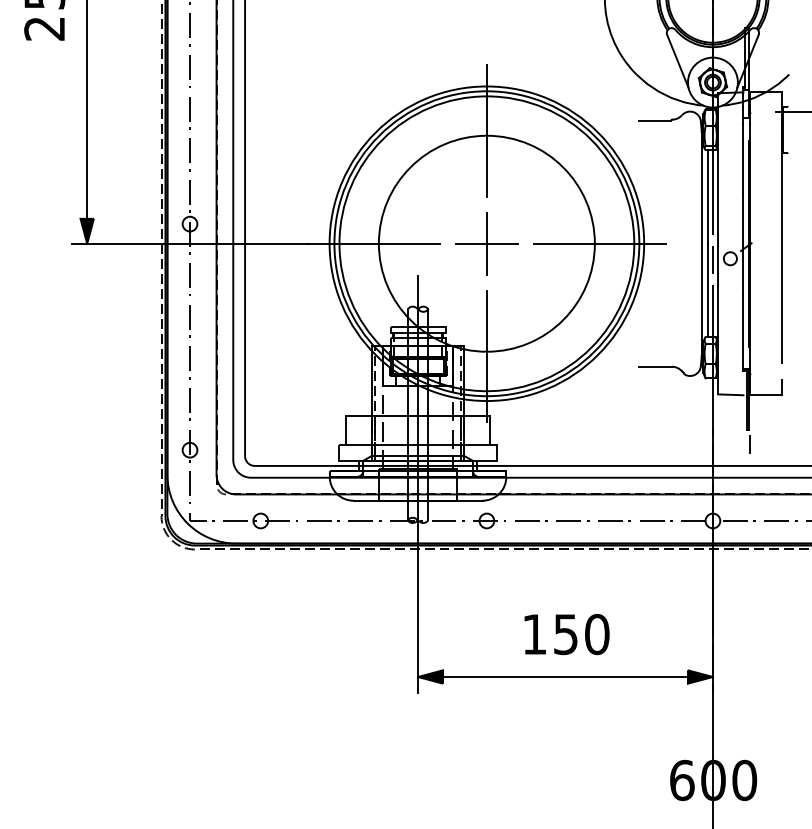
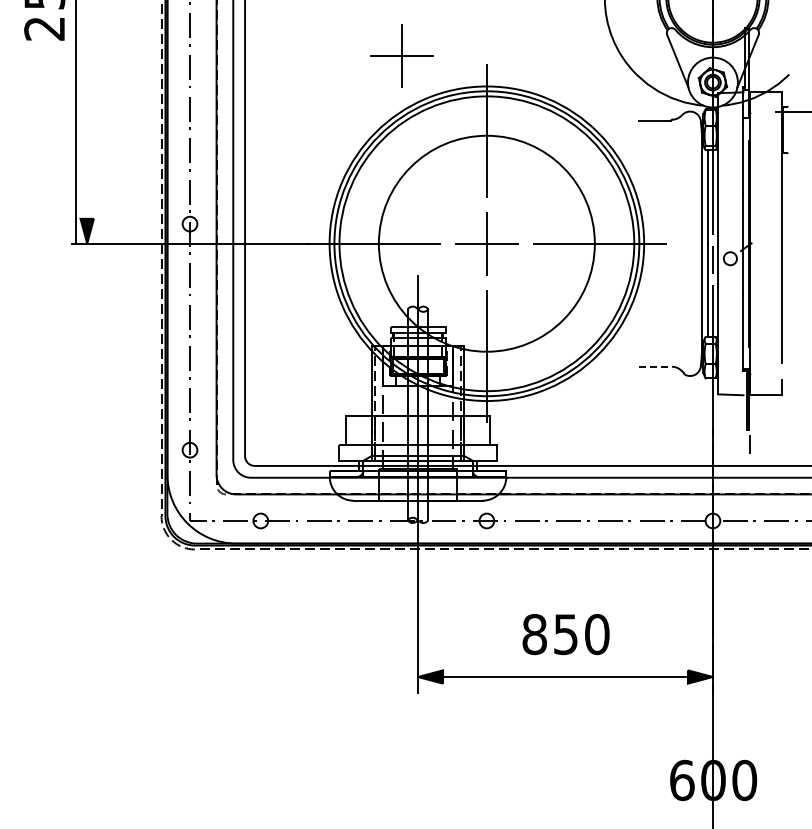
part at (401, 55): none -> present
line at (87, 122) position: (87, 122) -> (76, 122)
line at (656, 366): solid -> dashed
text at (534, 634): 150 -> 850
